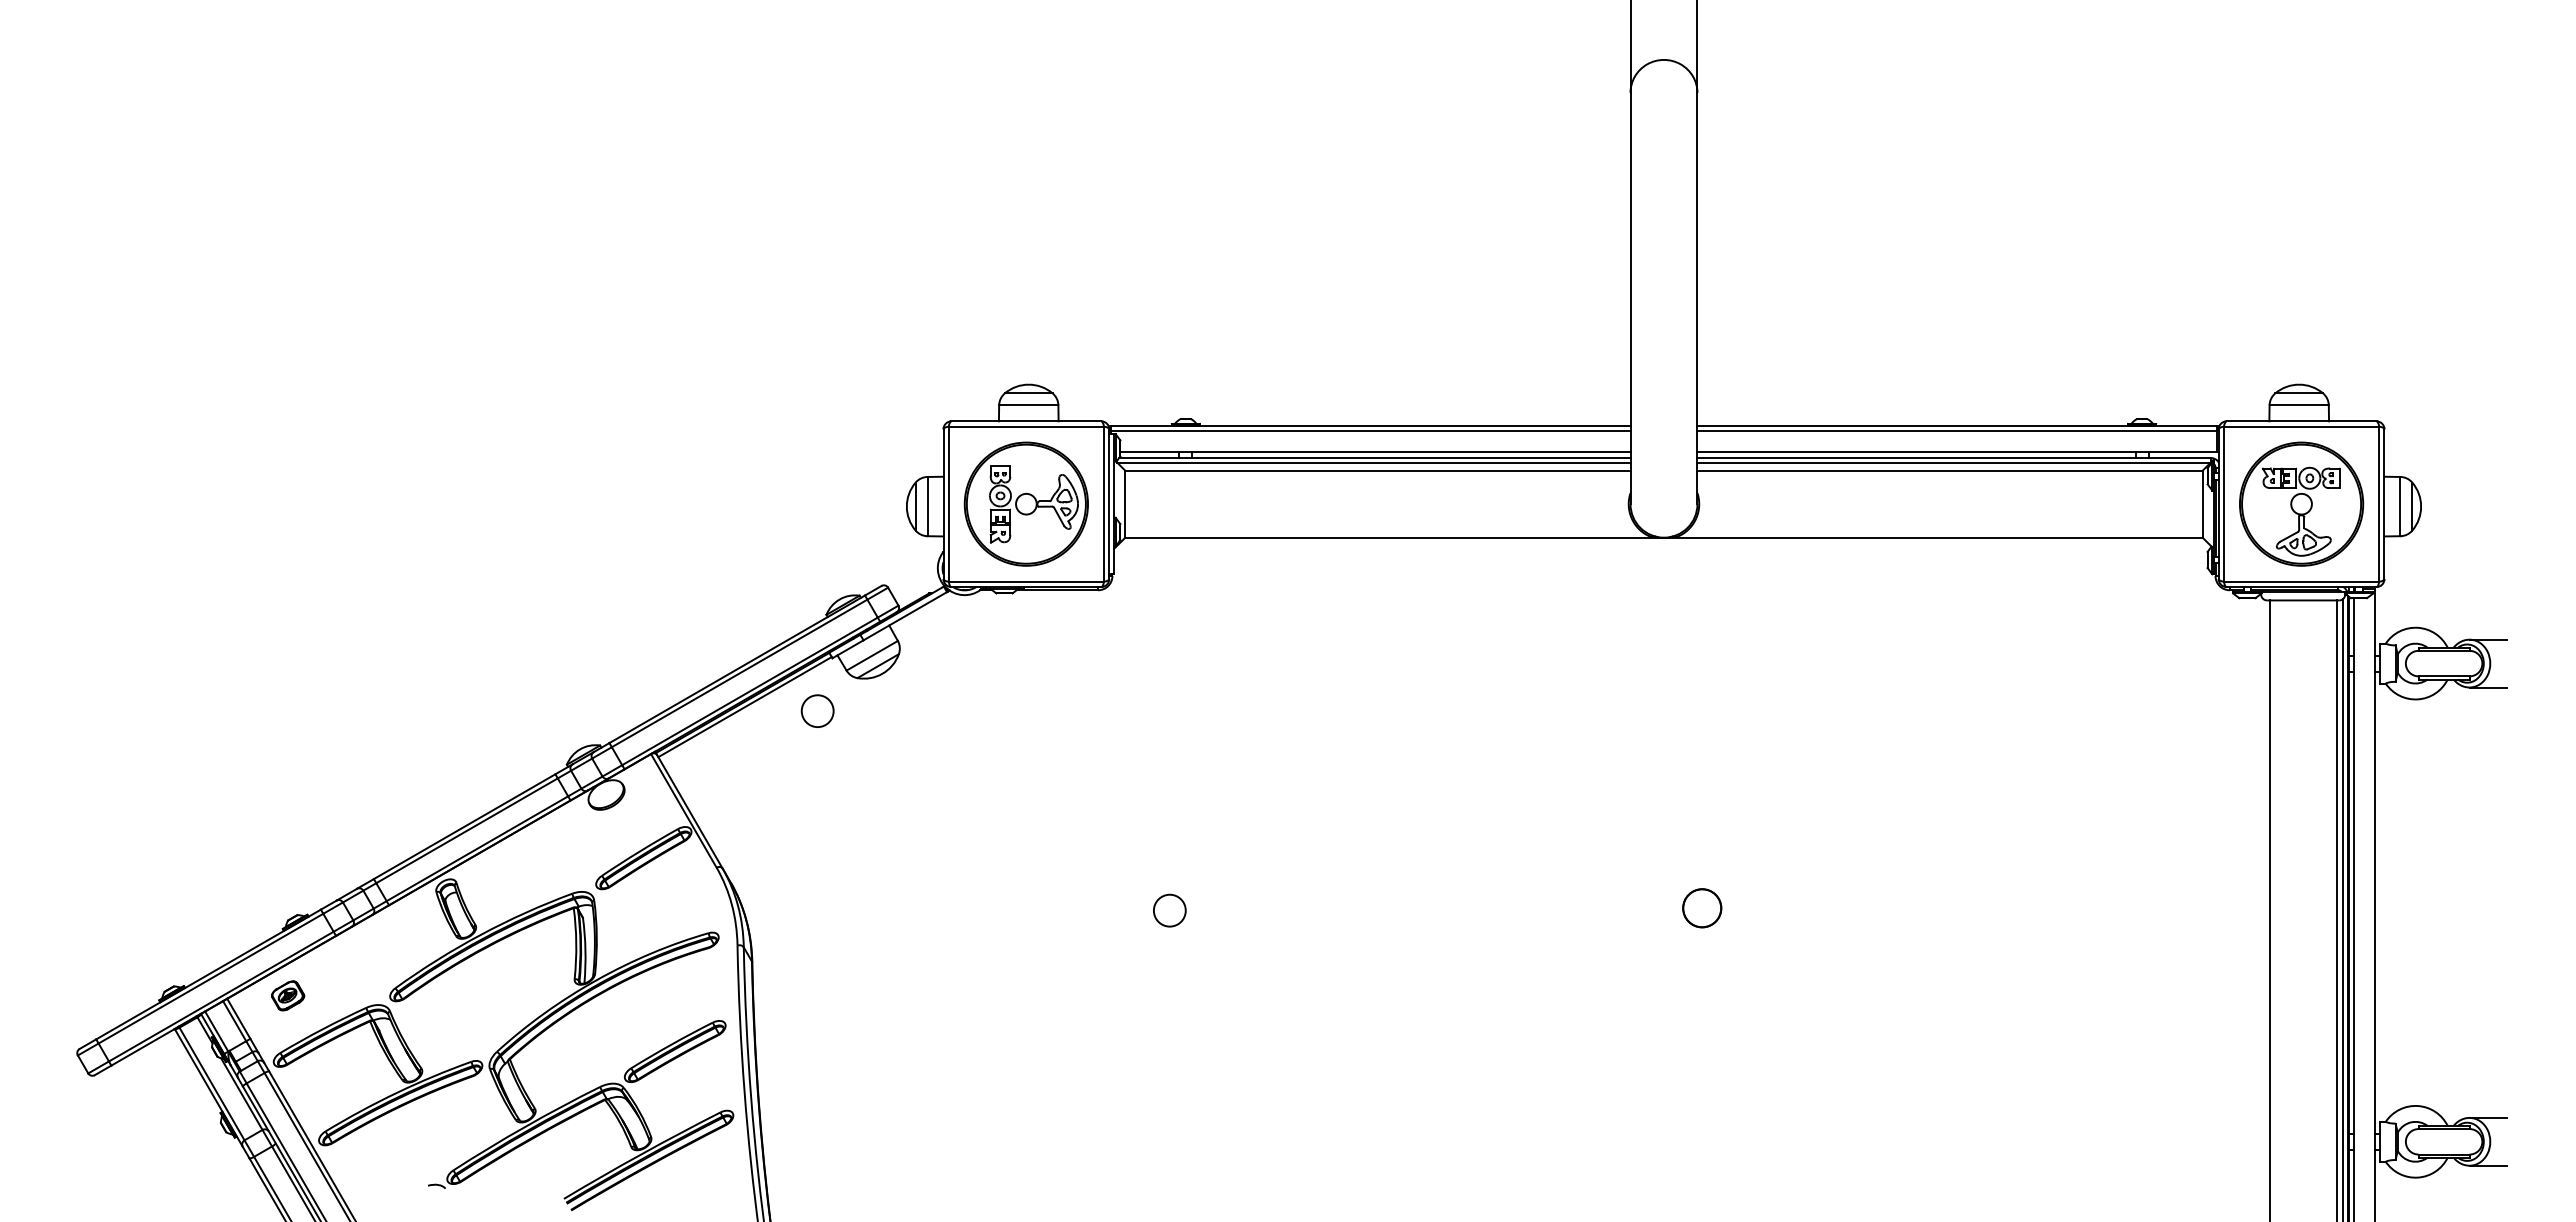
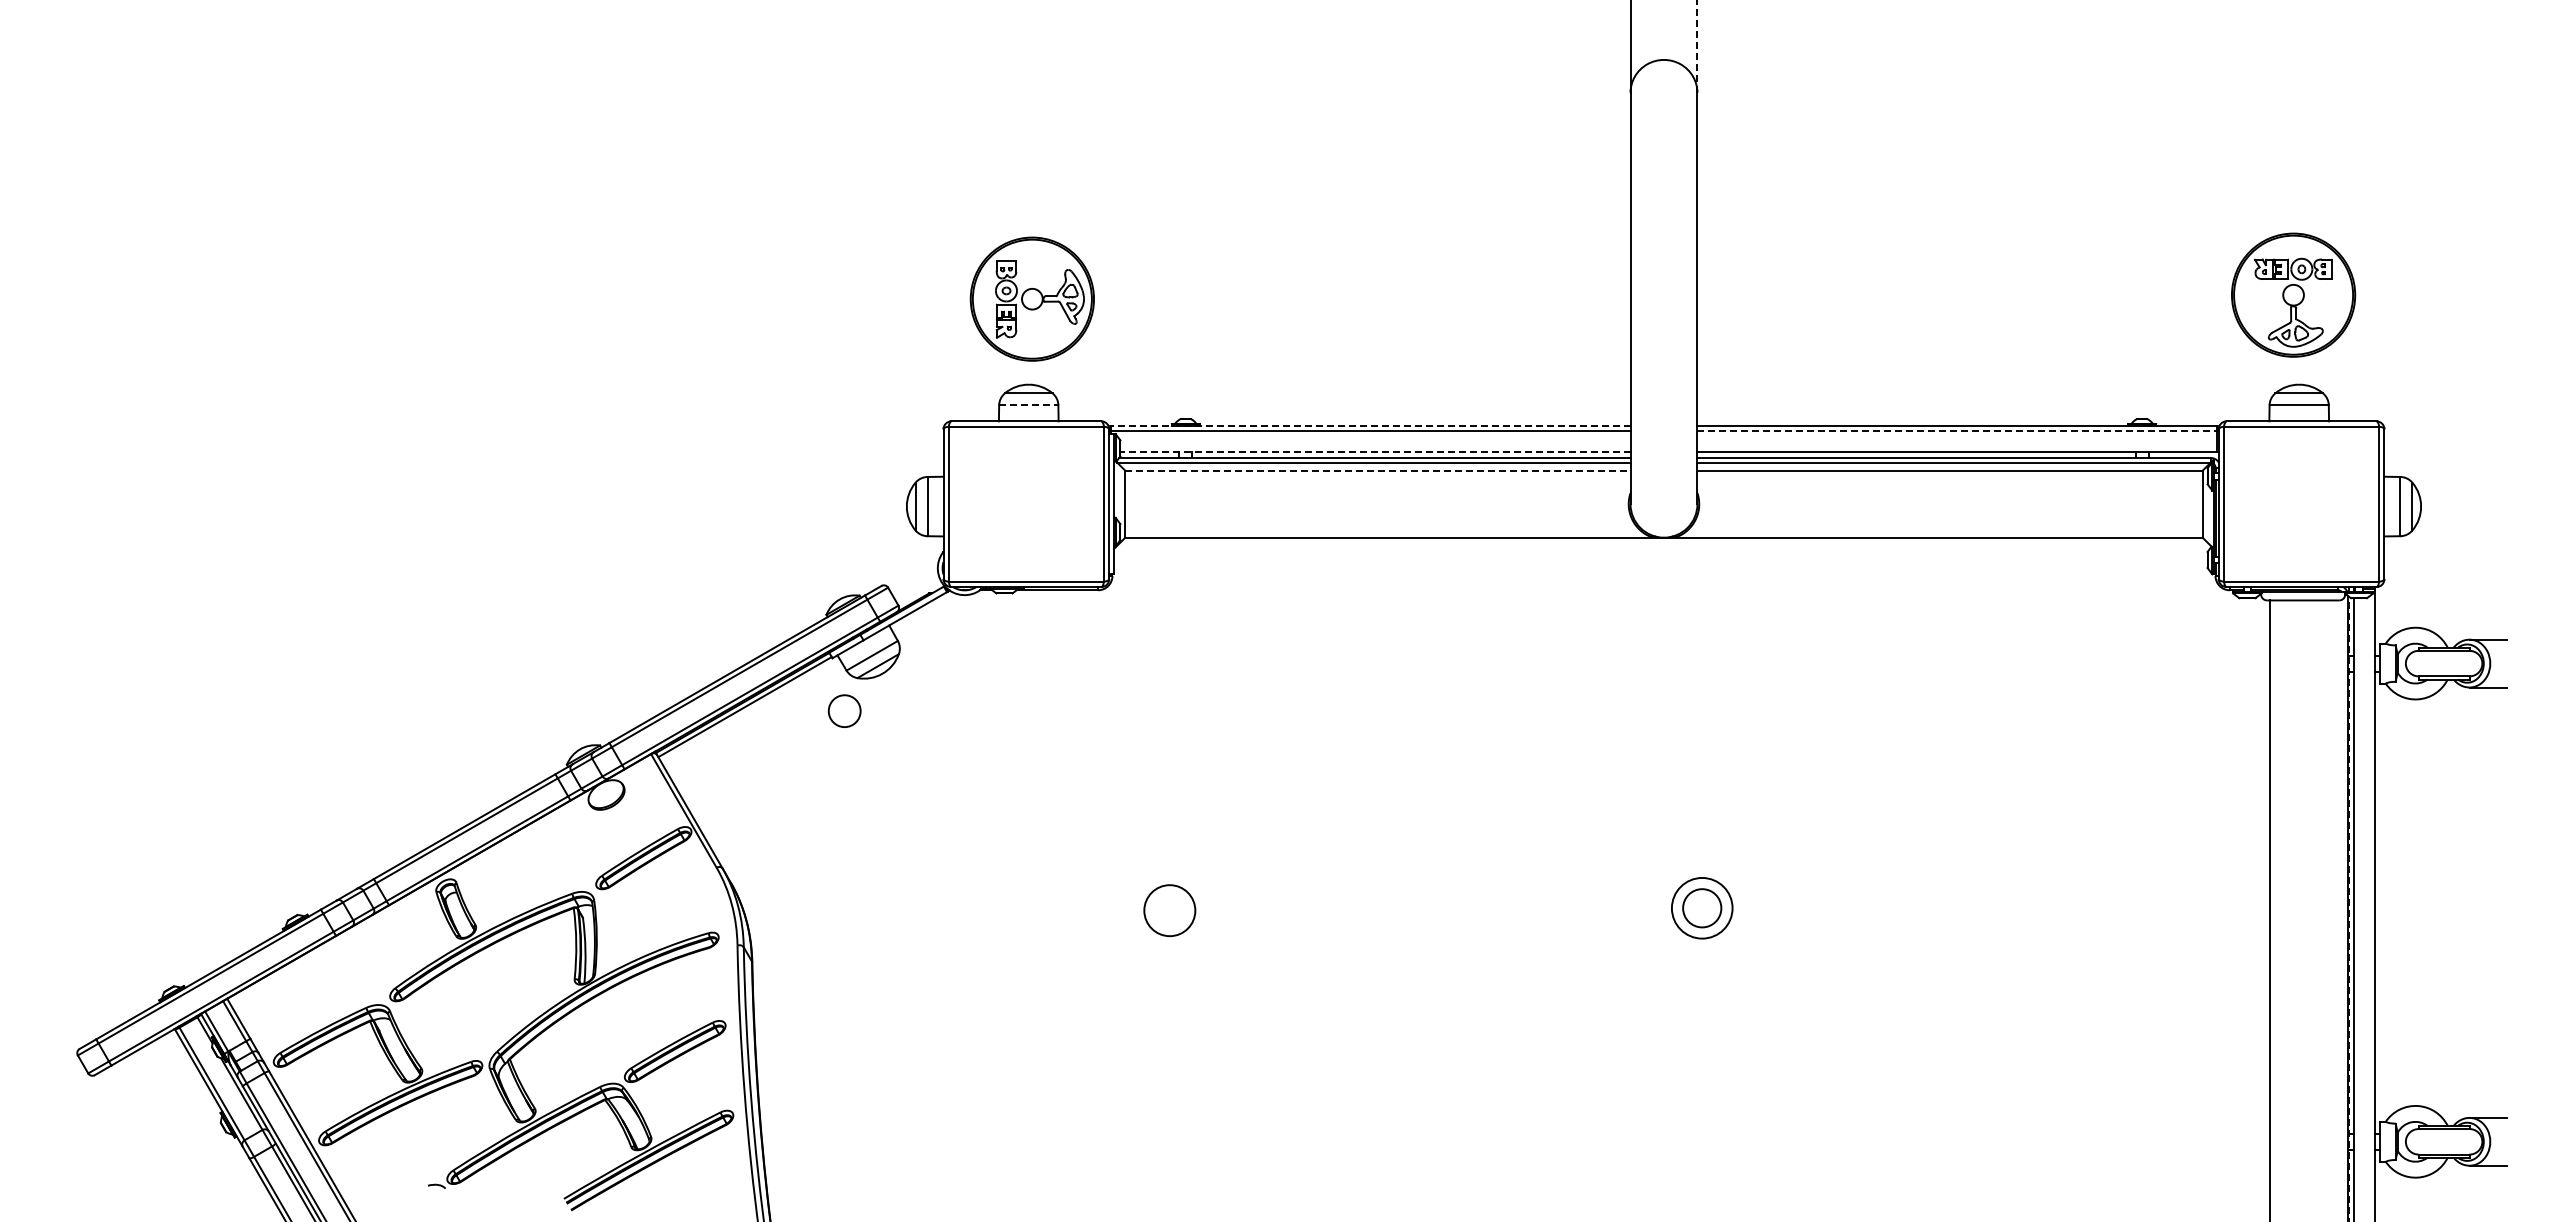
line at (1697, 46): solid -> dashed
line at (1028, 405): solid -> dashed
line at (1370, 426): solid -> dashed
line at (1957, 430): solid -> dashed
line at (1374, 451): solid -> dashed
line at (1377, 470): solid -> dashed
part at (1025, 503) position: (1025, 503) -> (1031, 298)
part at (2301, 503) position: (2301, 503) -> (2293, 294)
circle at (817, 710) position: (817, 710) -> (844, 710)
circle at (1702, 908) diameter: 38 px -> 61 px
line at (2343, 908): present -> none
line at (2349, 908): solid -> dashed
line at (2336, 909): present -> none
circle at (1169, 910) diameter: 32 px -> 51 px
part at (288, 995): present -> none
